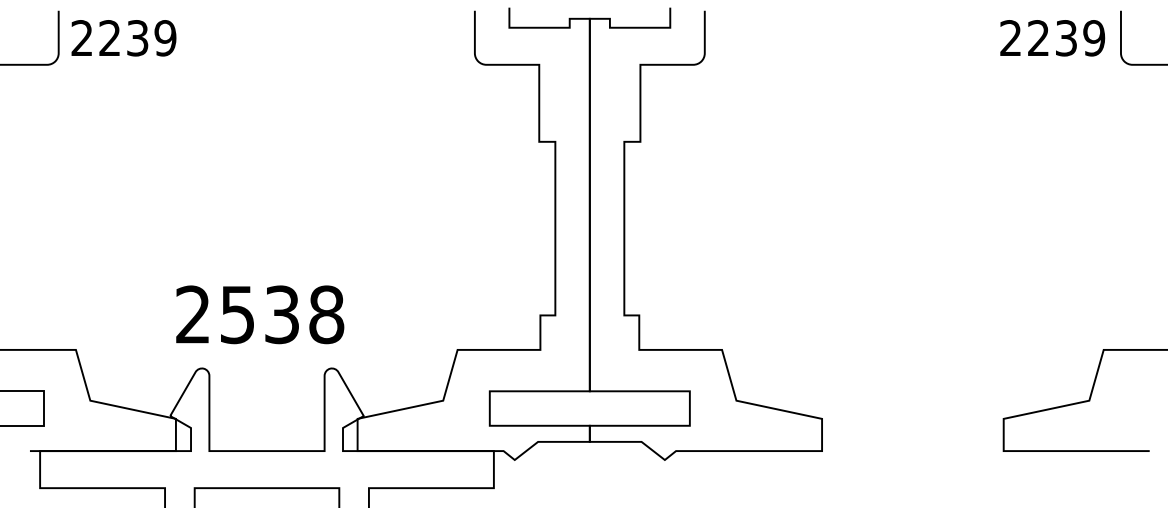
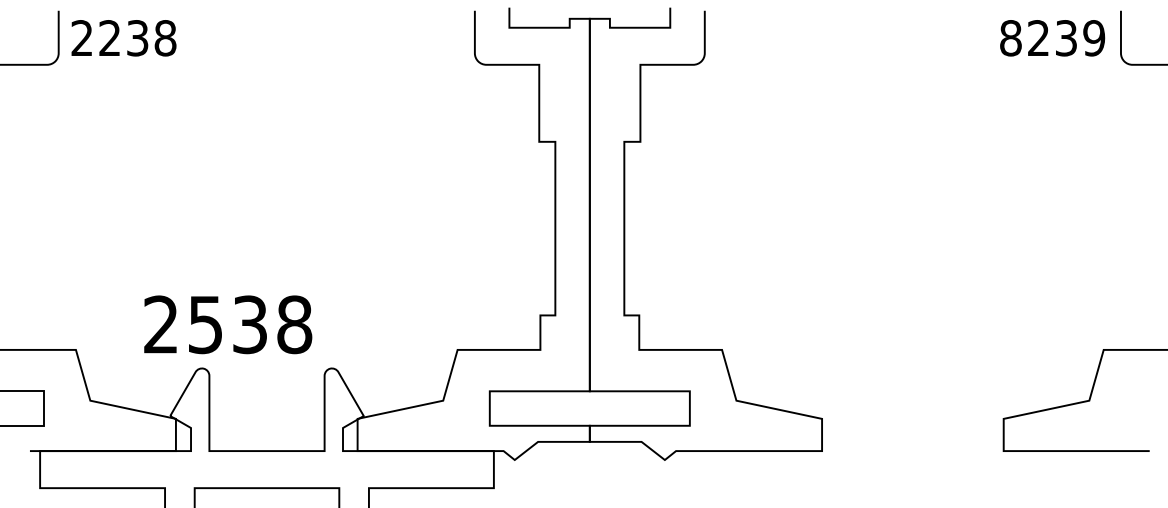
text at (165, 38): 2239 -> 2238
text at (1010, 38): 2239 -> 8239
text at (260, 314) position: (260, 314) -> (228, 324)
